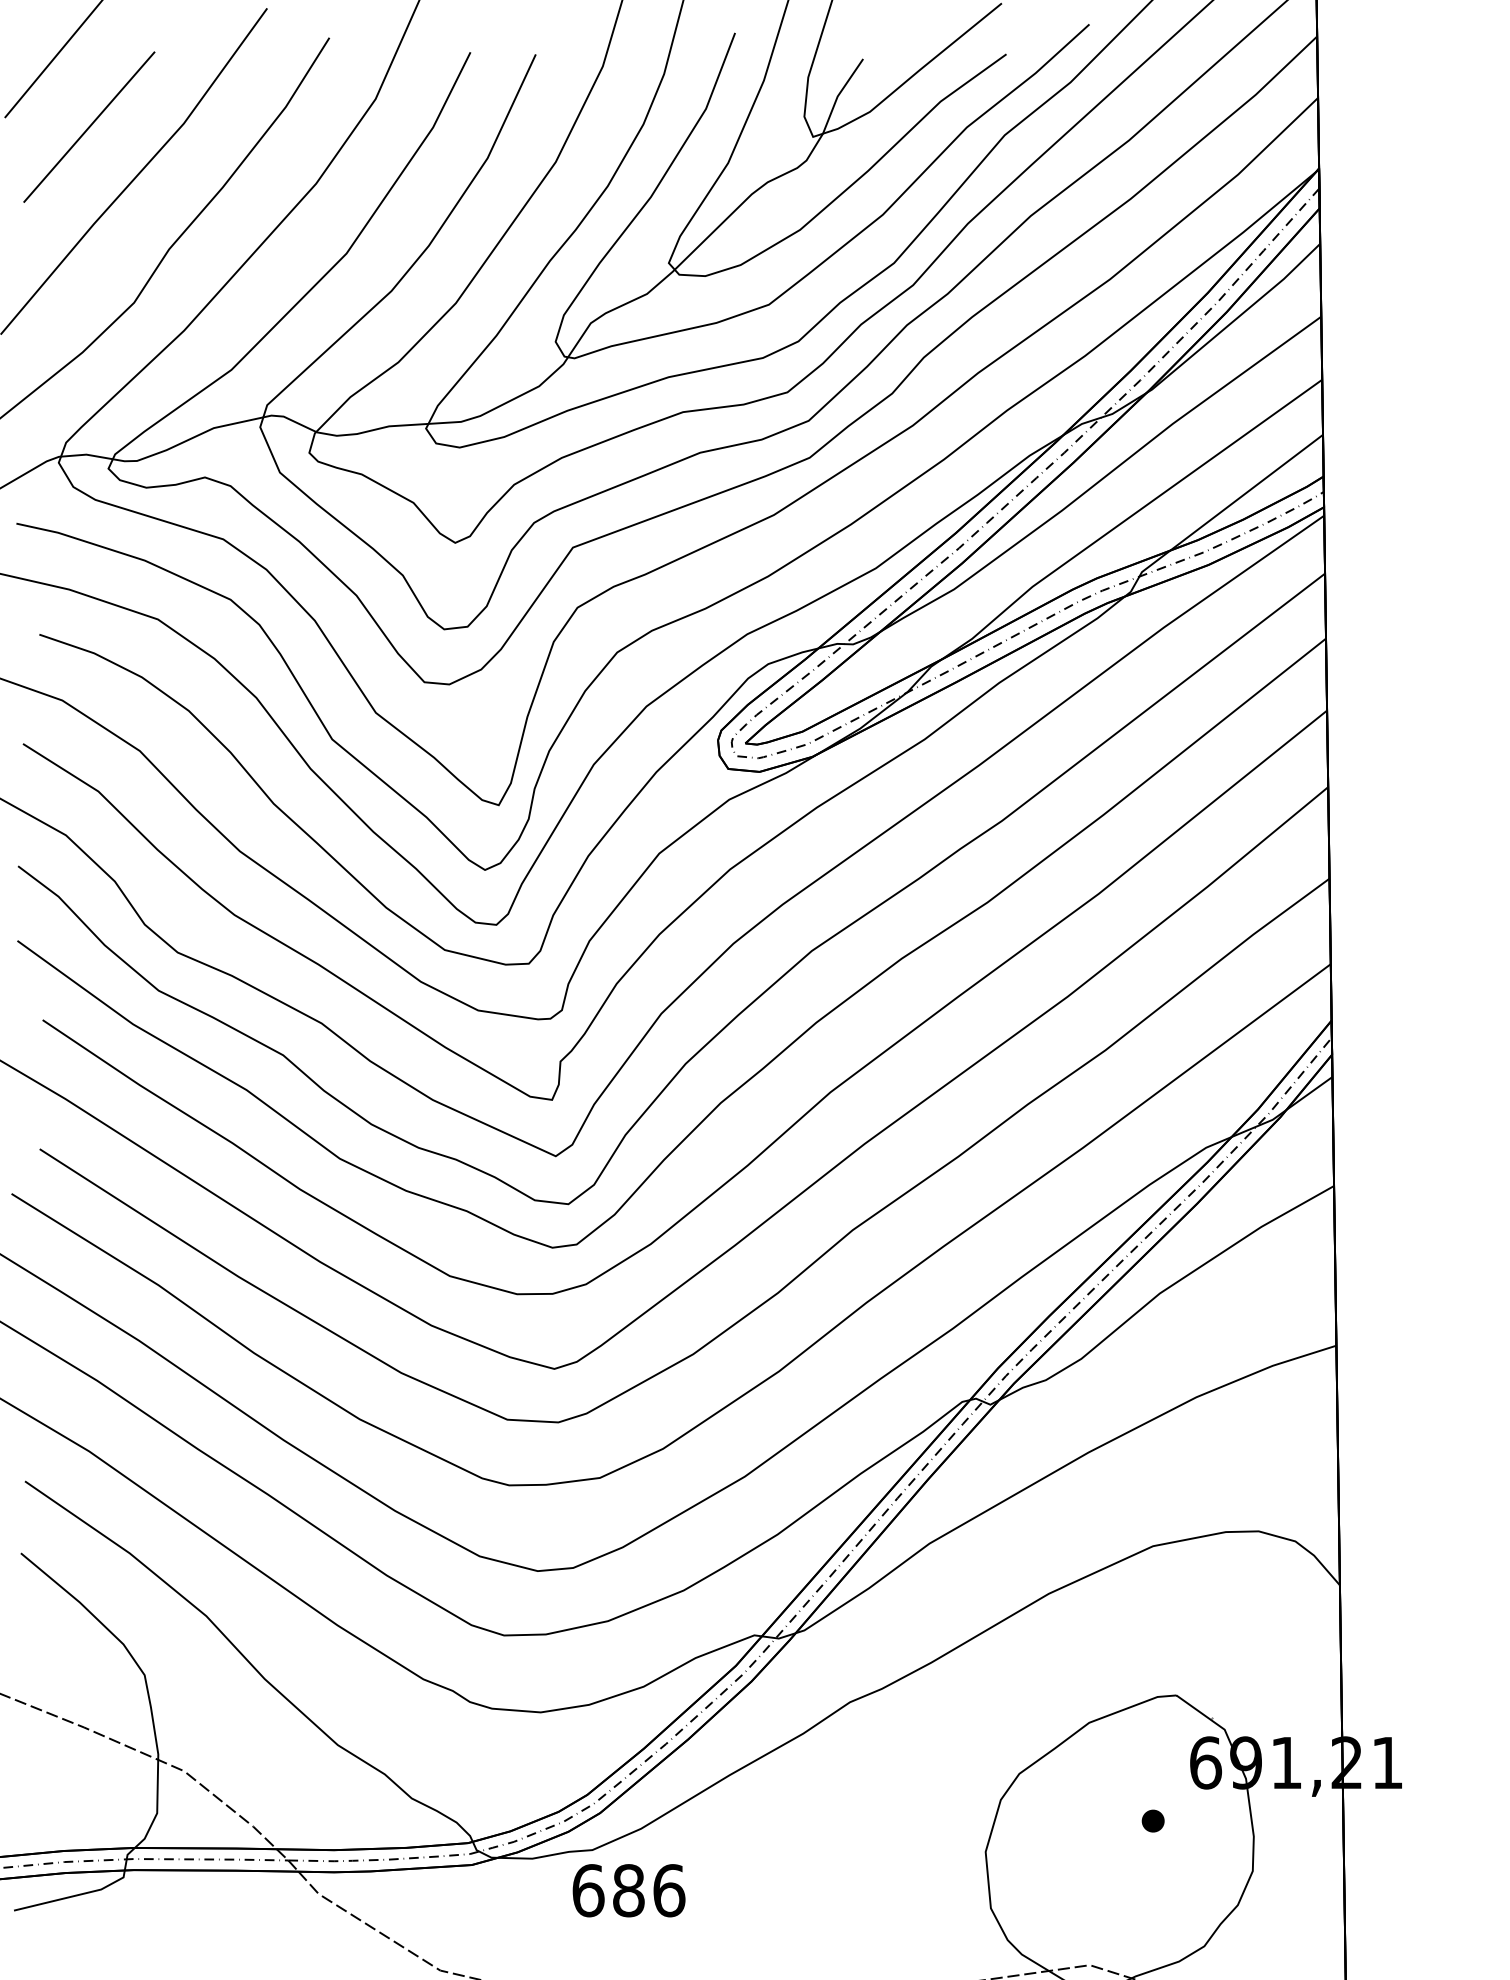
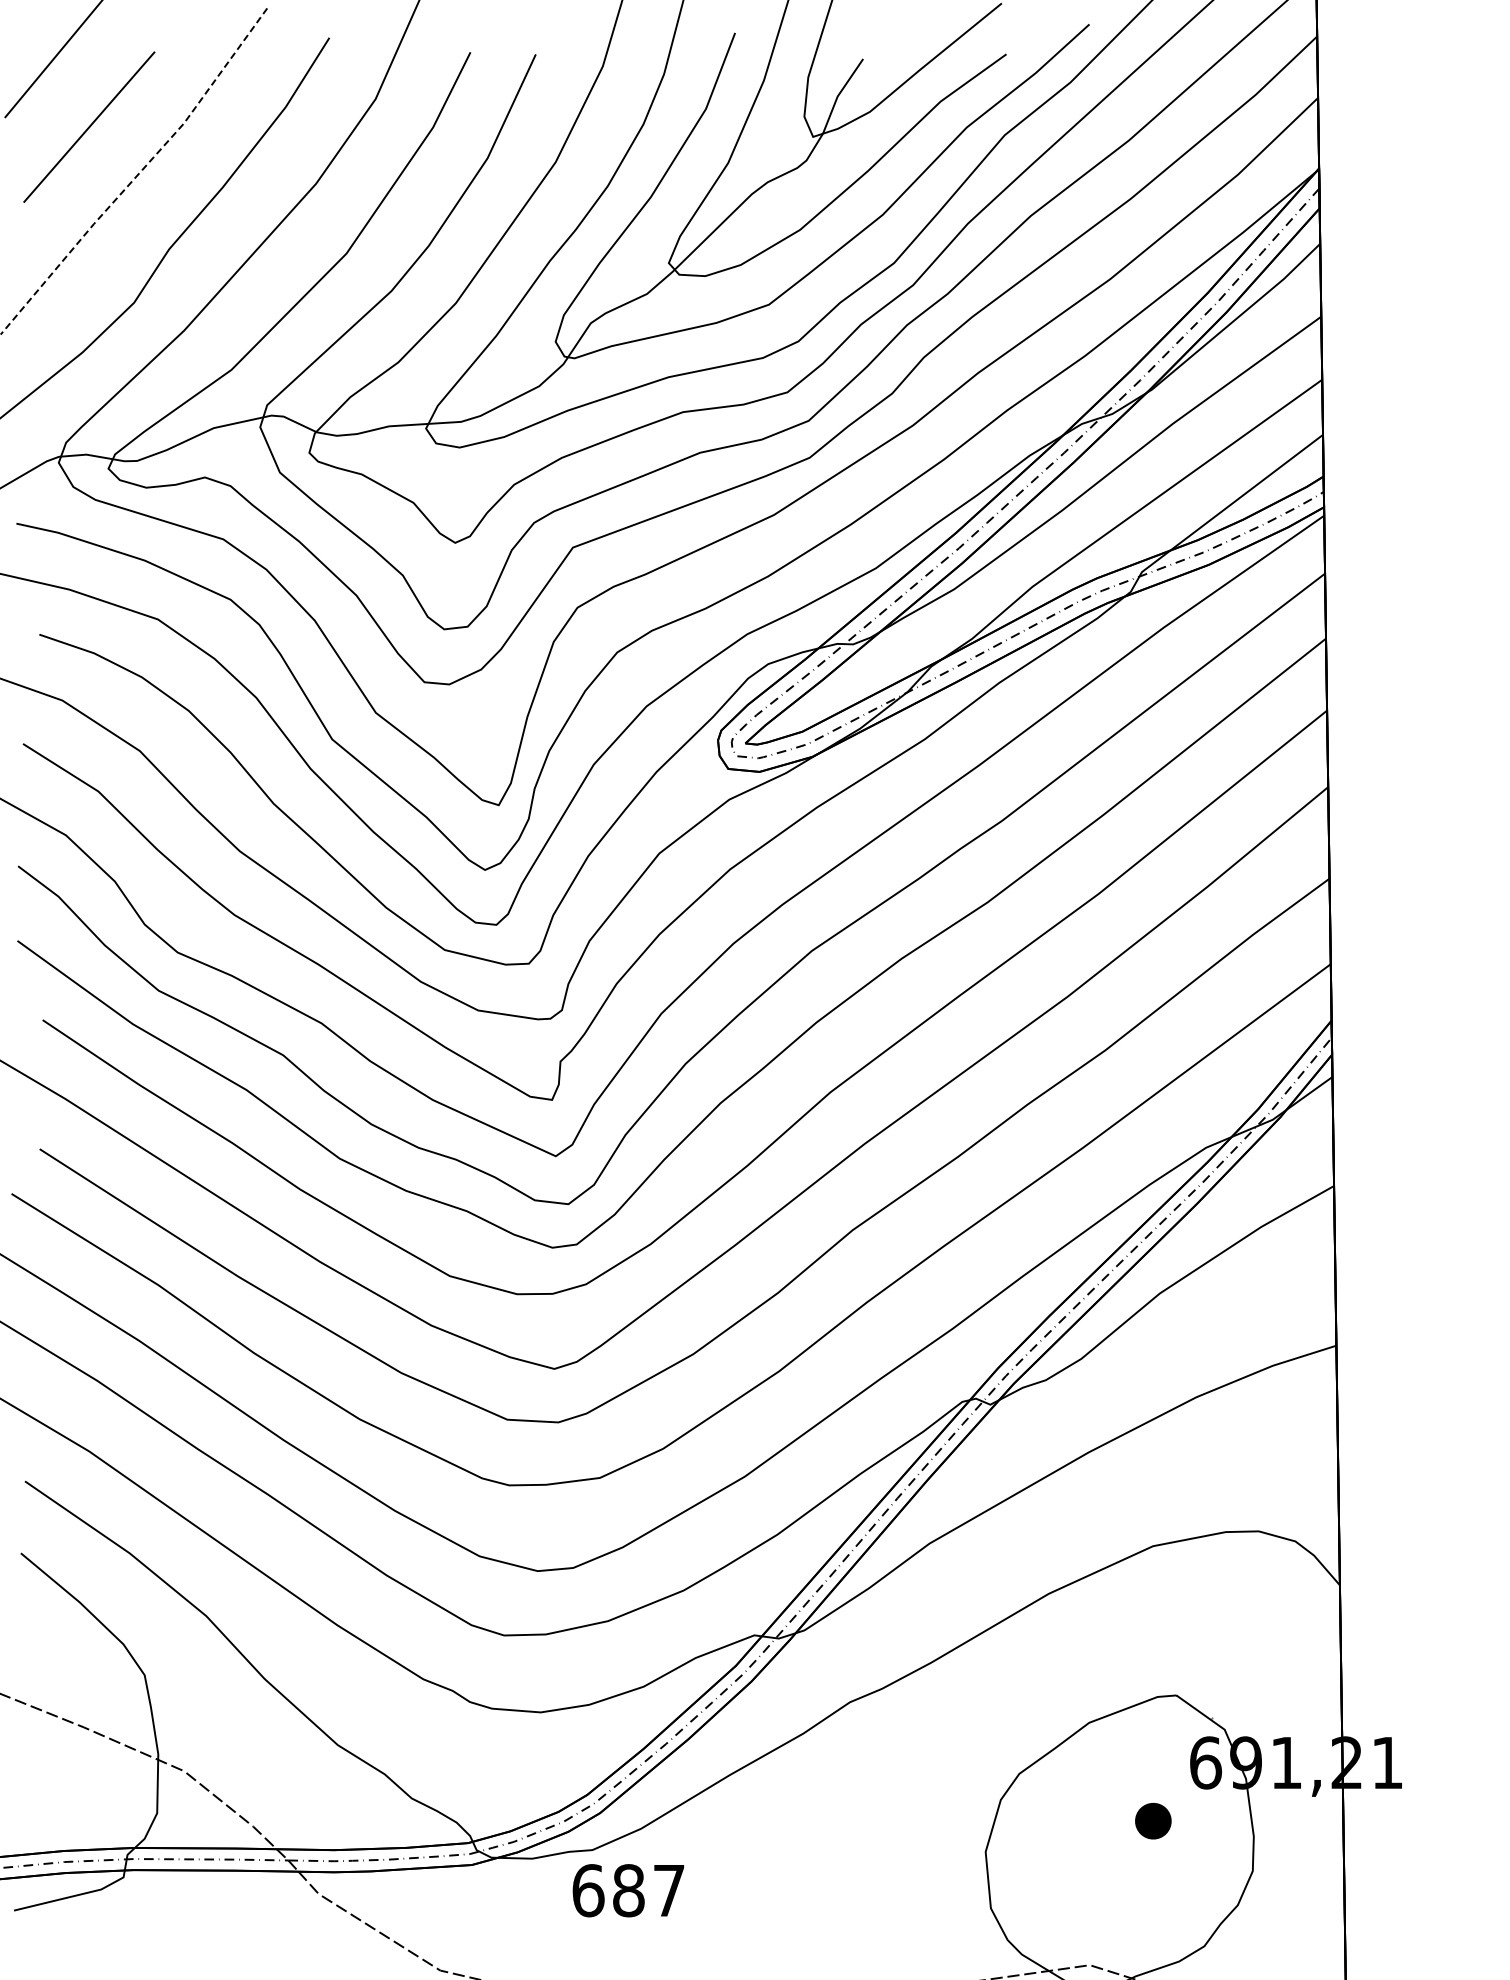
line at (137, 175): solid -> dashed
part at (1152, 1820) size: 24x24 px -> 37x37 px
text at (669, 1890): 686 -> 687
